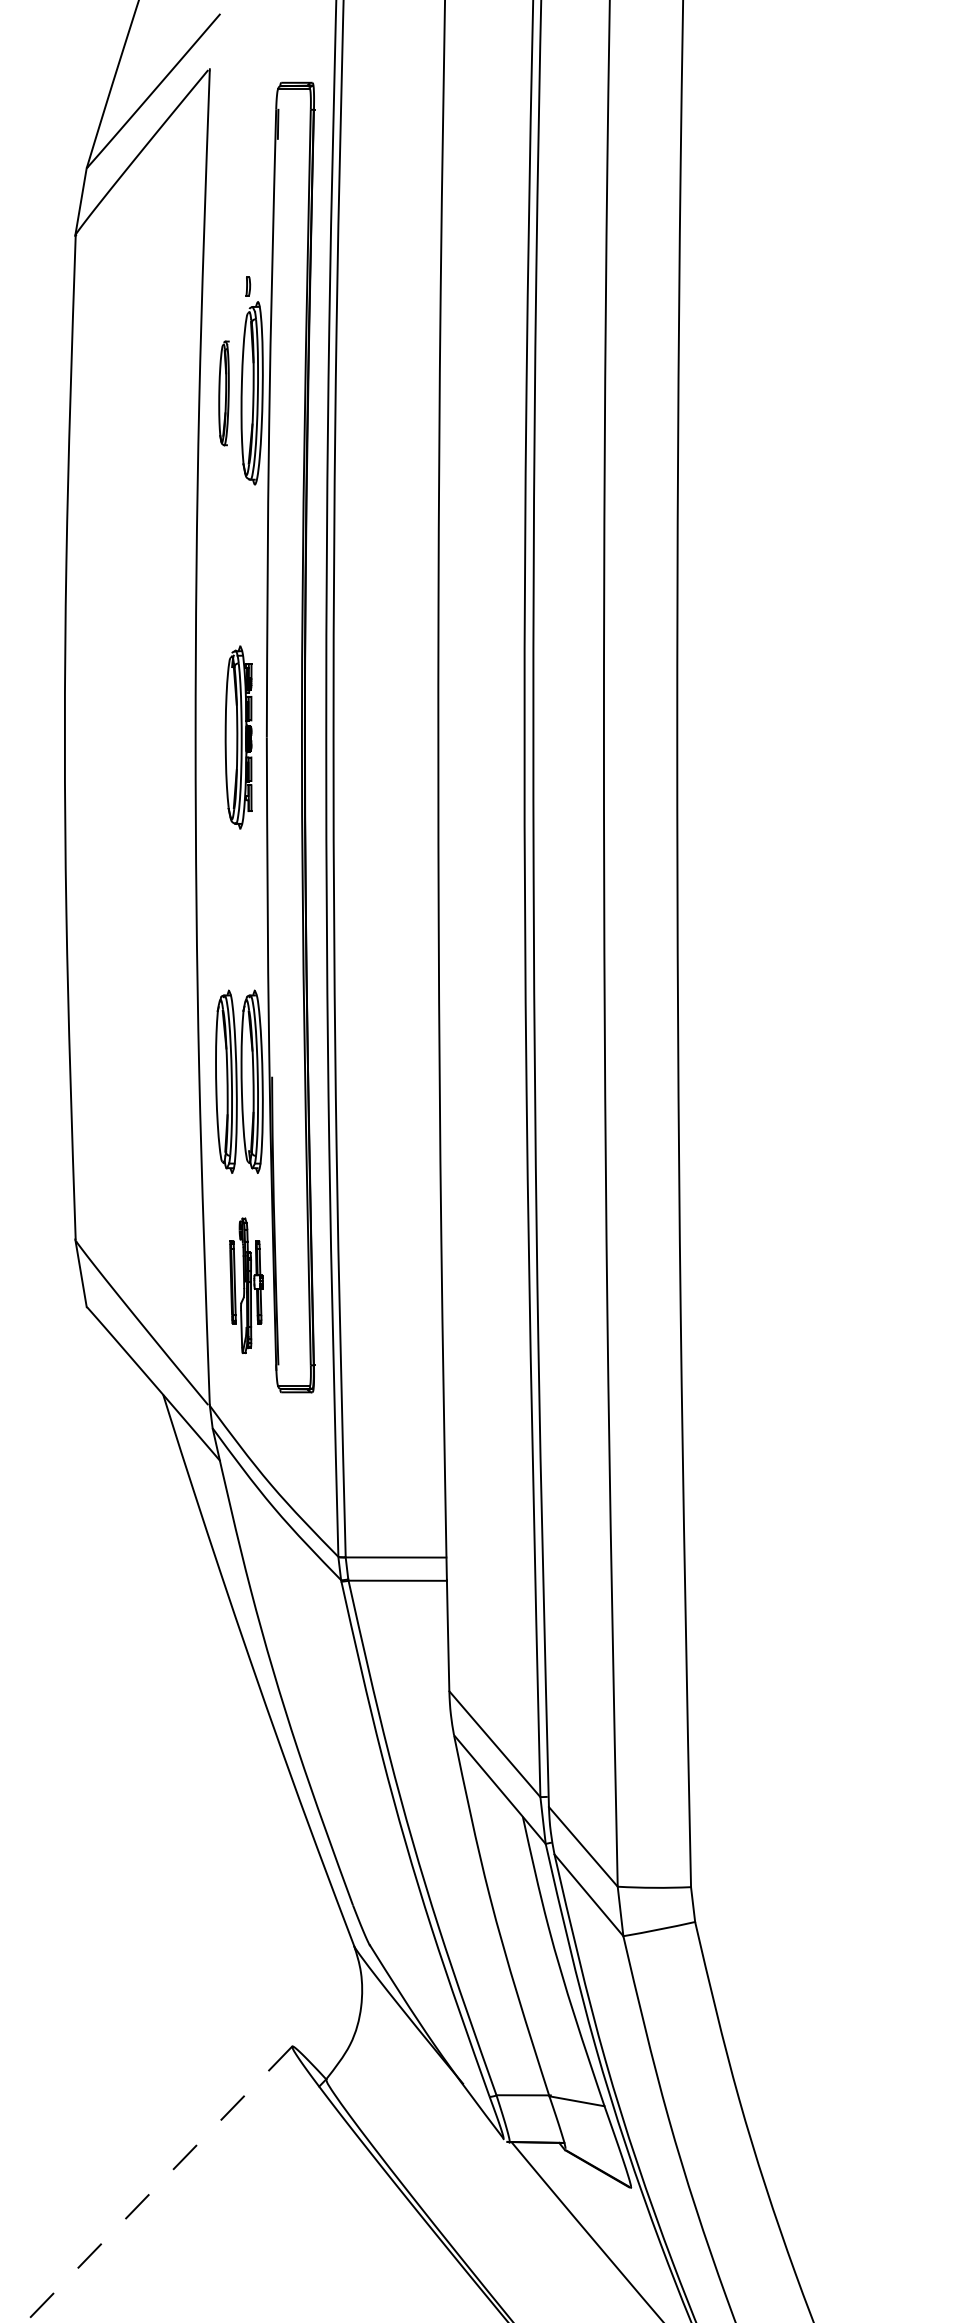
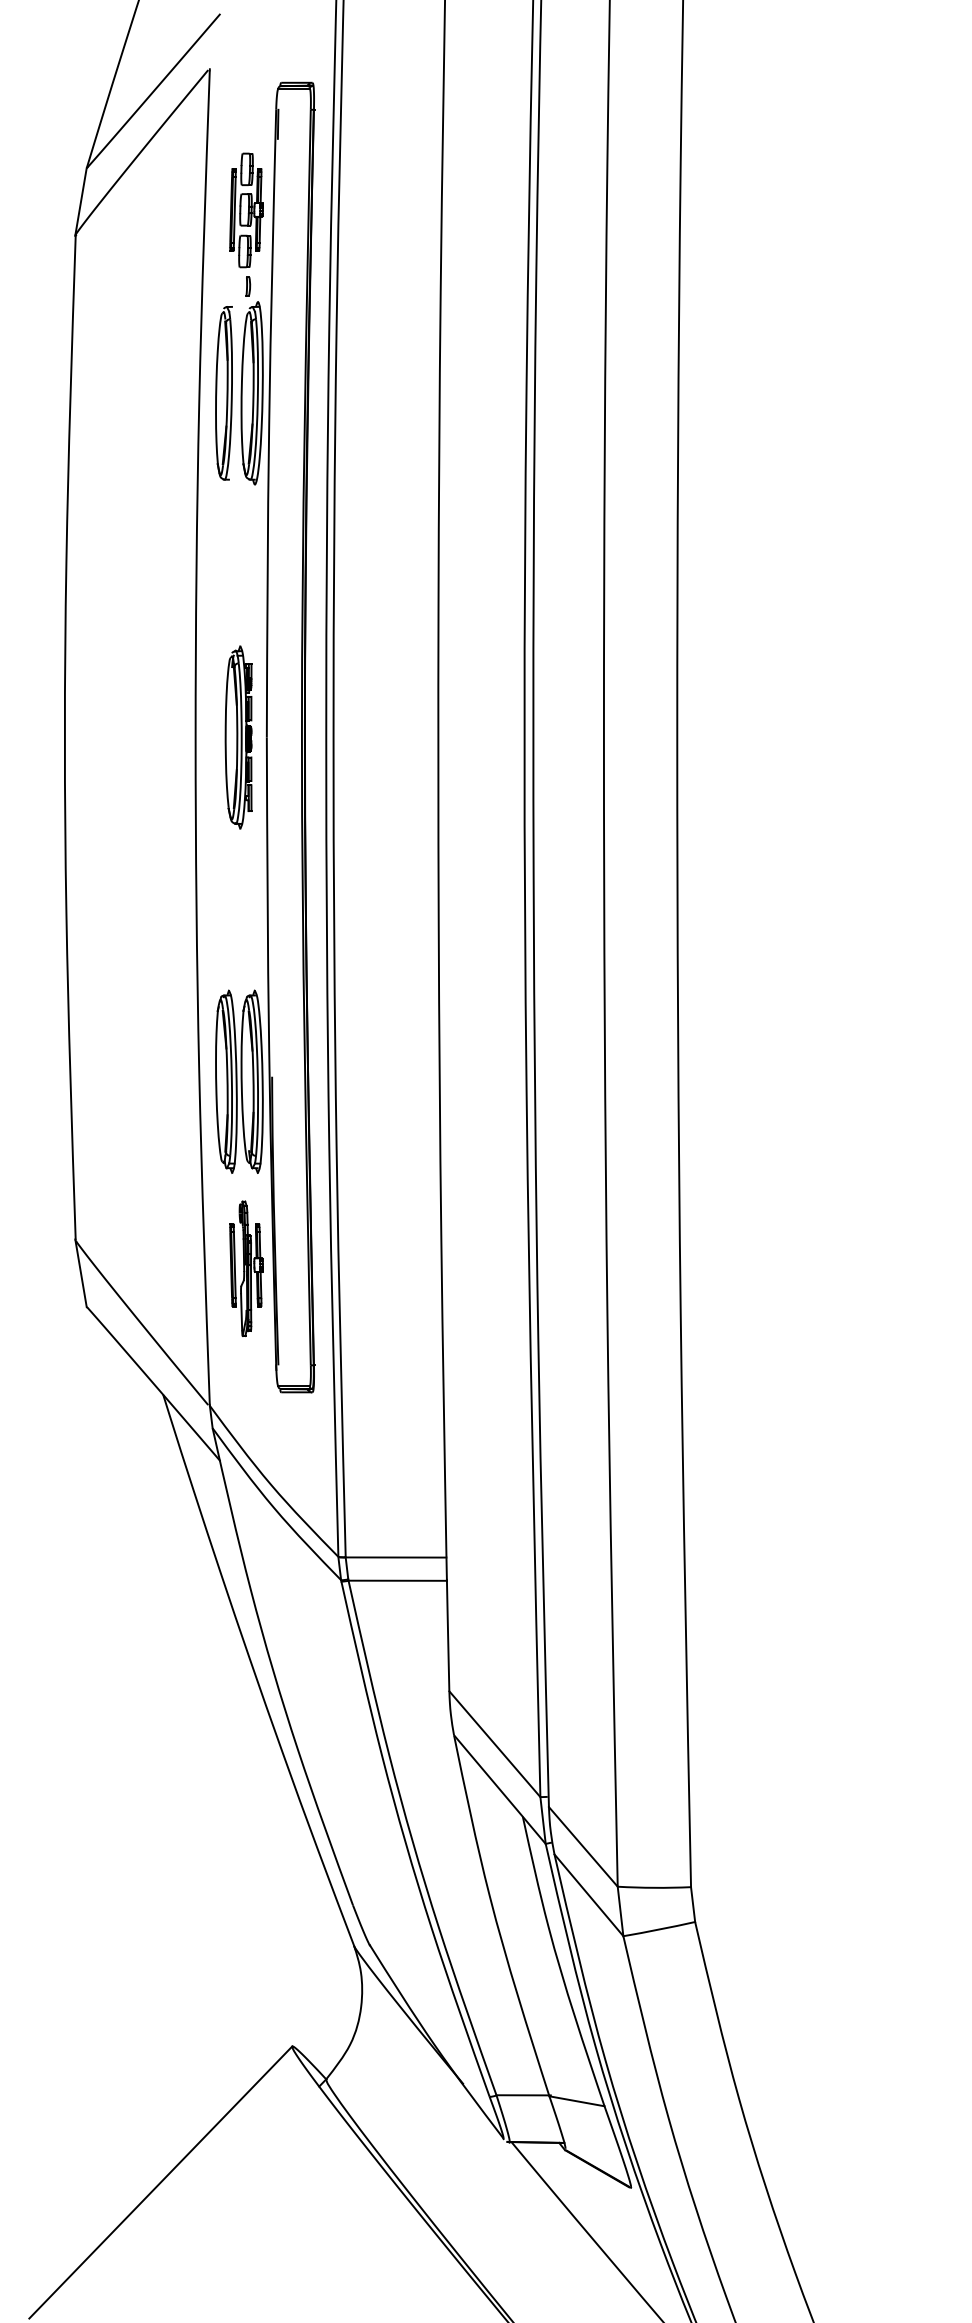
part at (246, 210): none -> present
part at (223, 393) size: 12x107 px -> 18x175 px
part at (246, 1285) position: (246, 1285) -> (246, 1268)
line at (160, 2182): dashed -> solid
